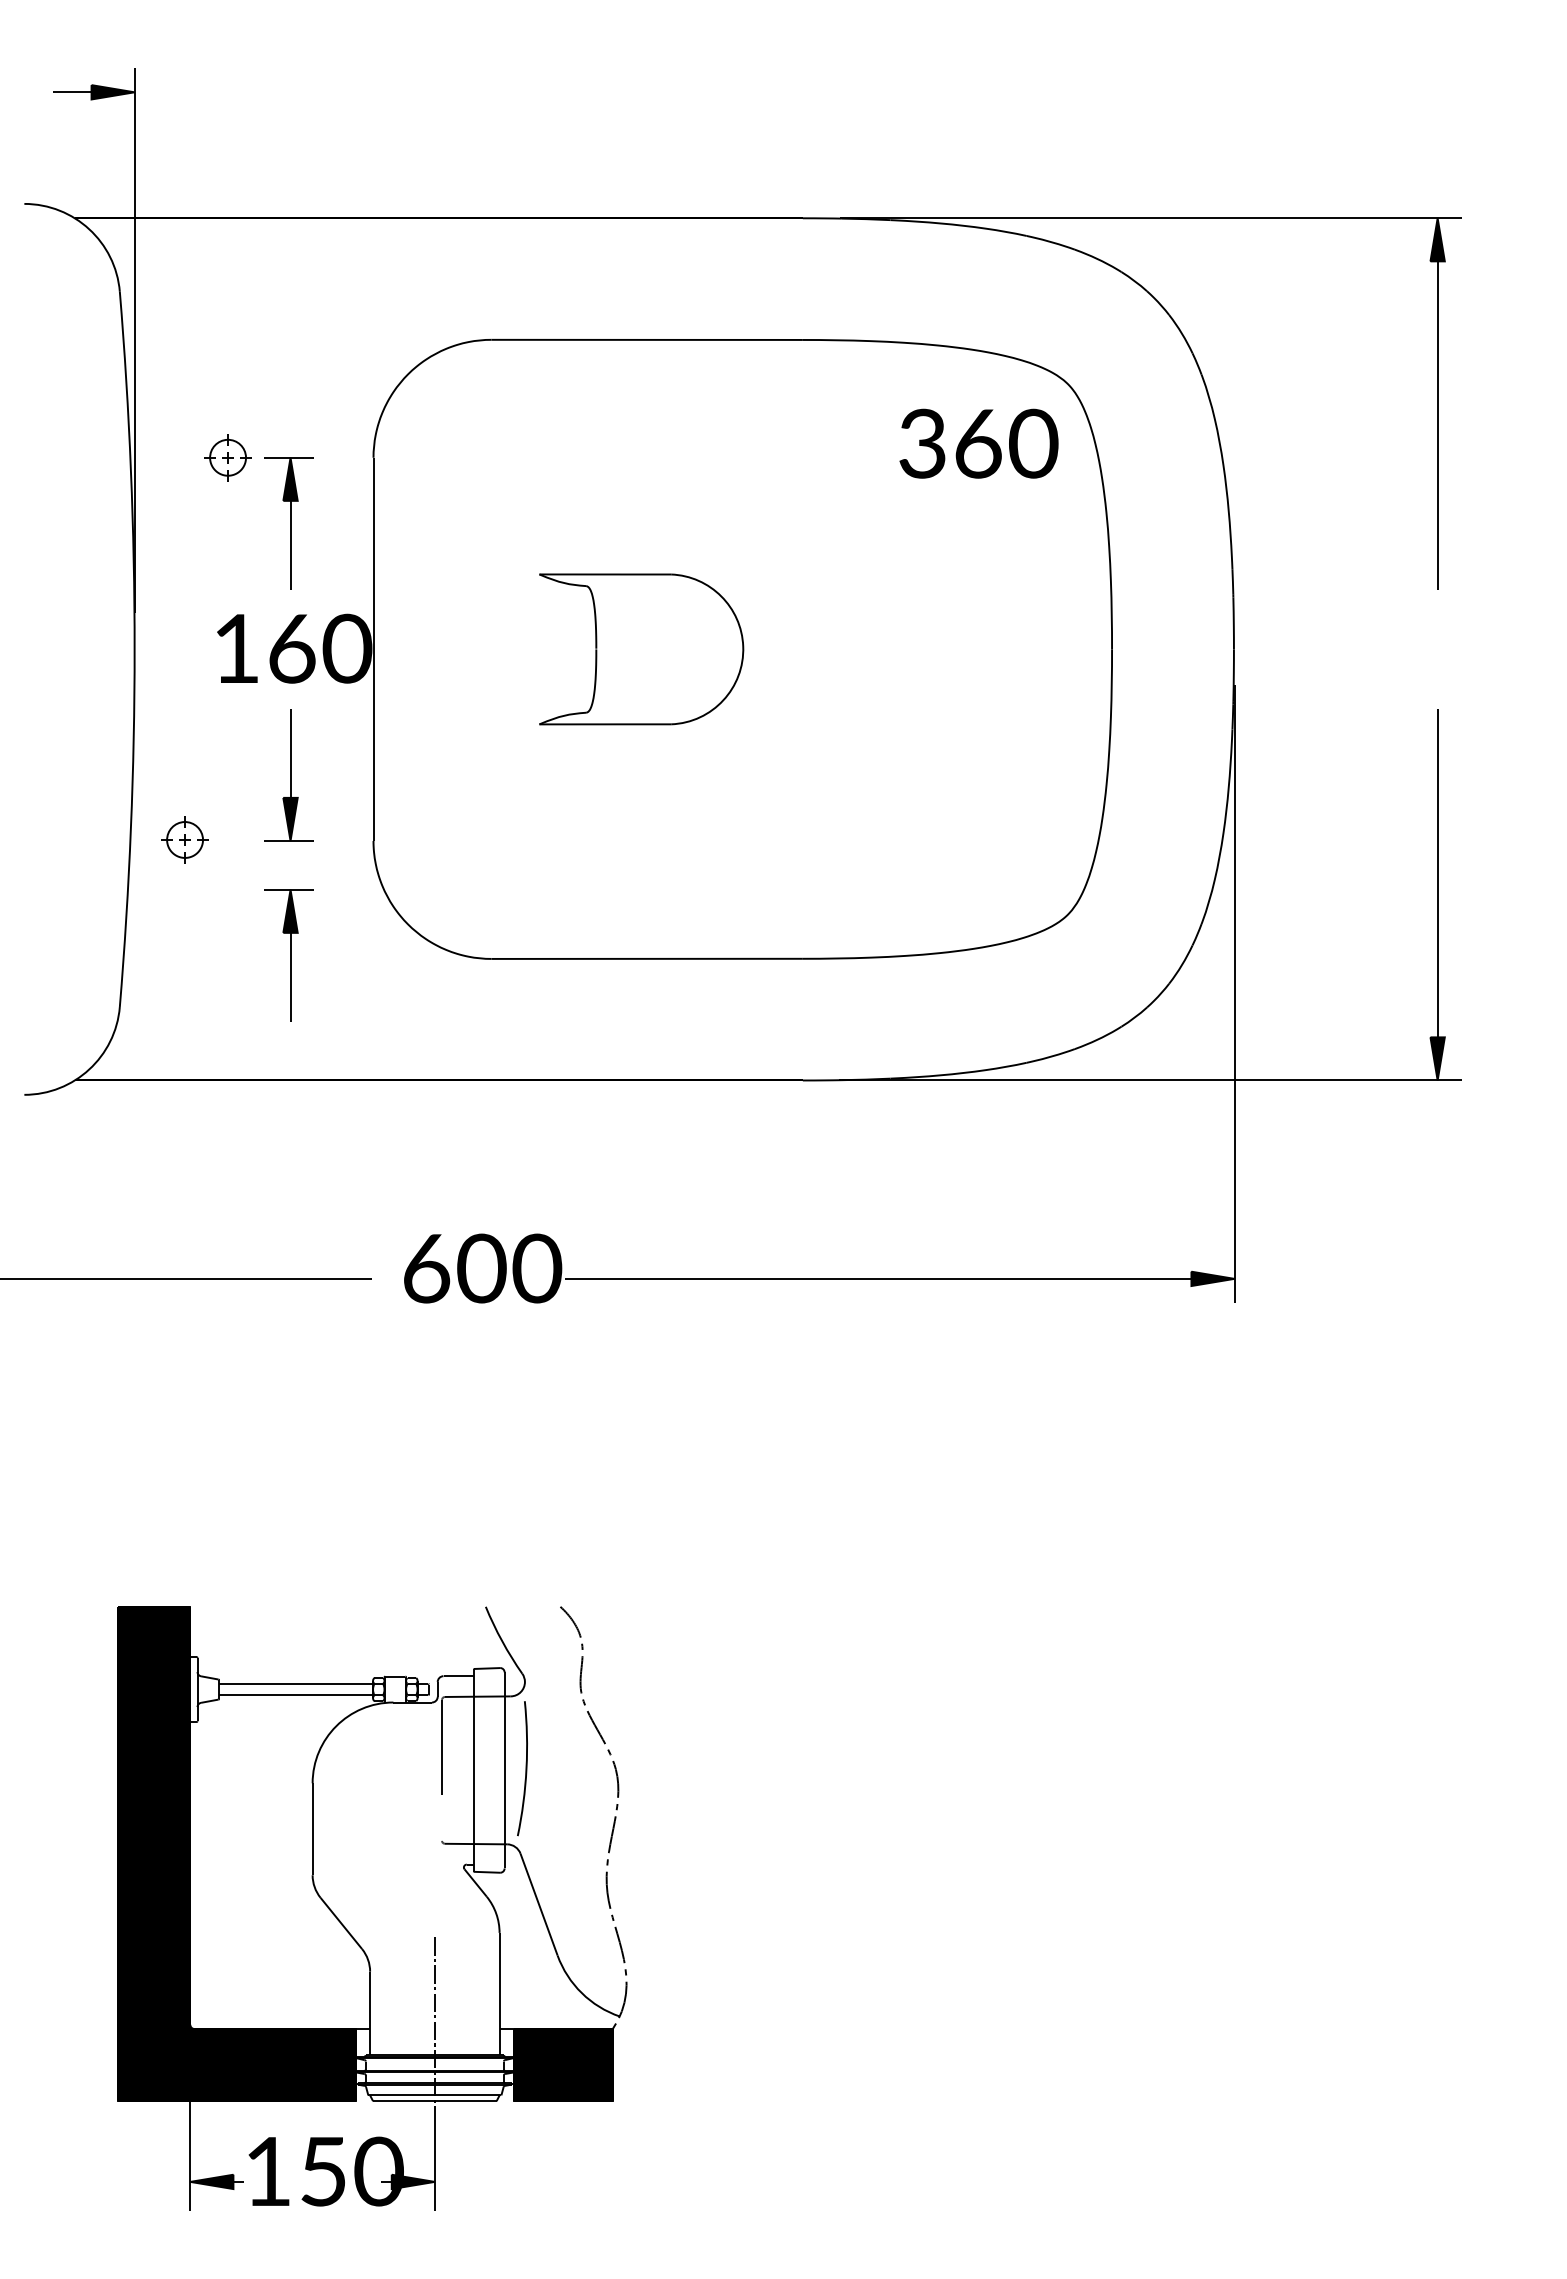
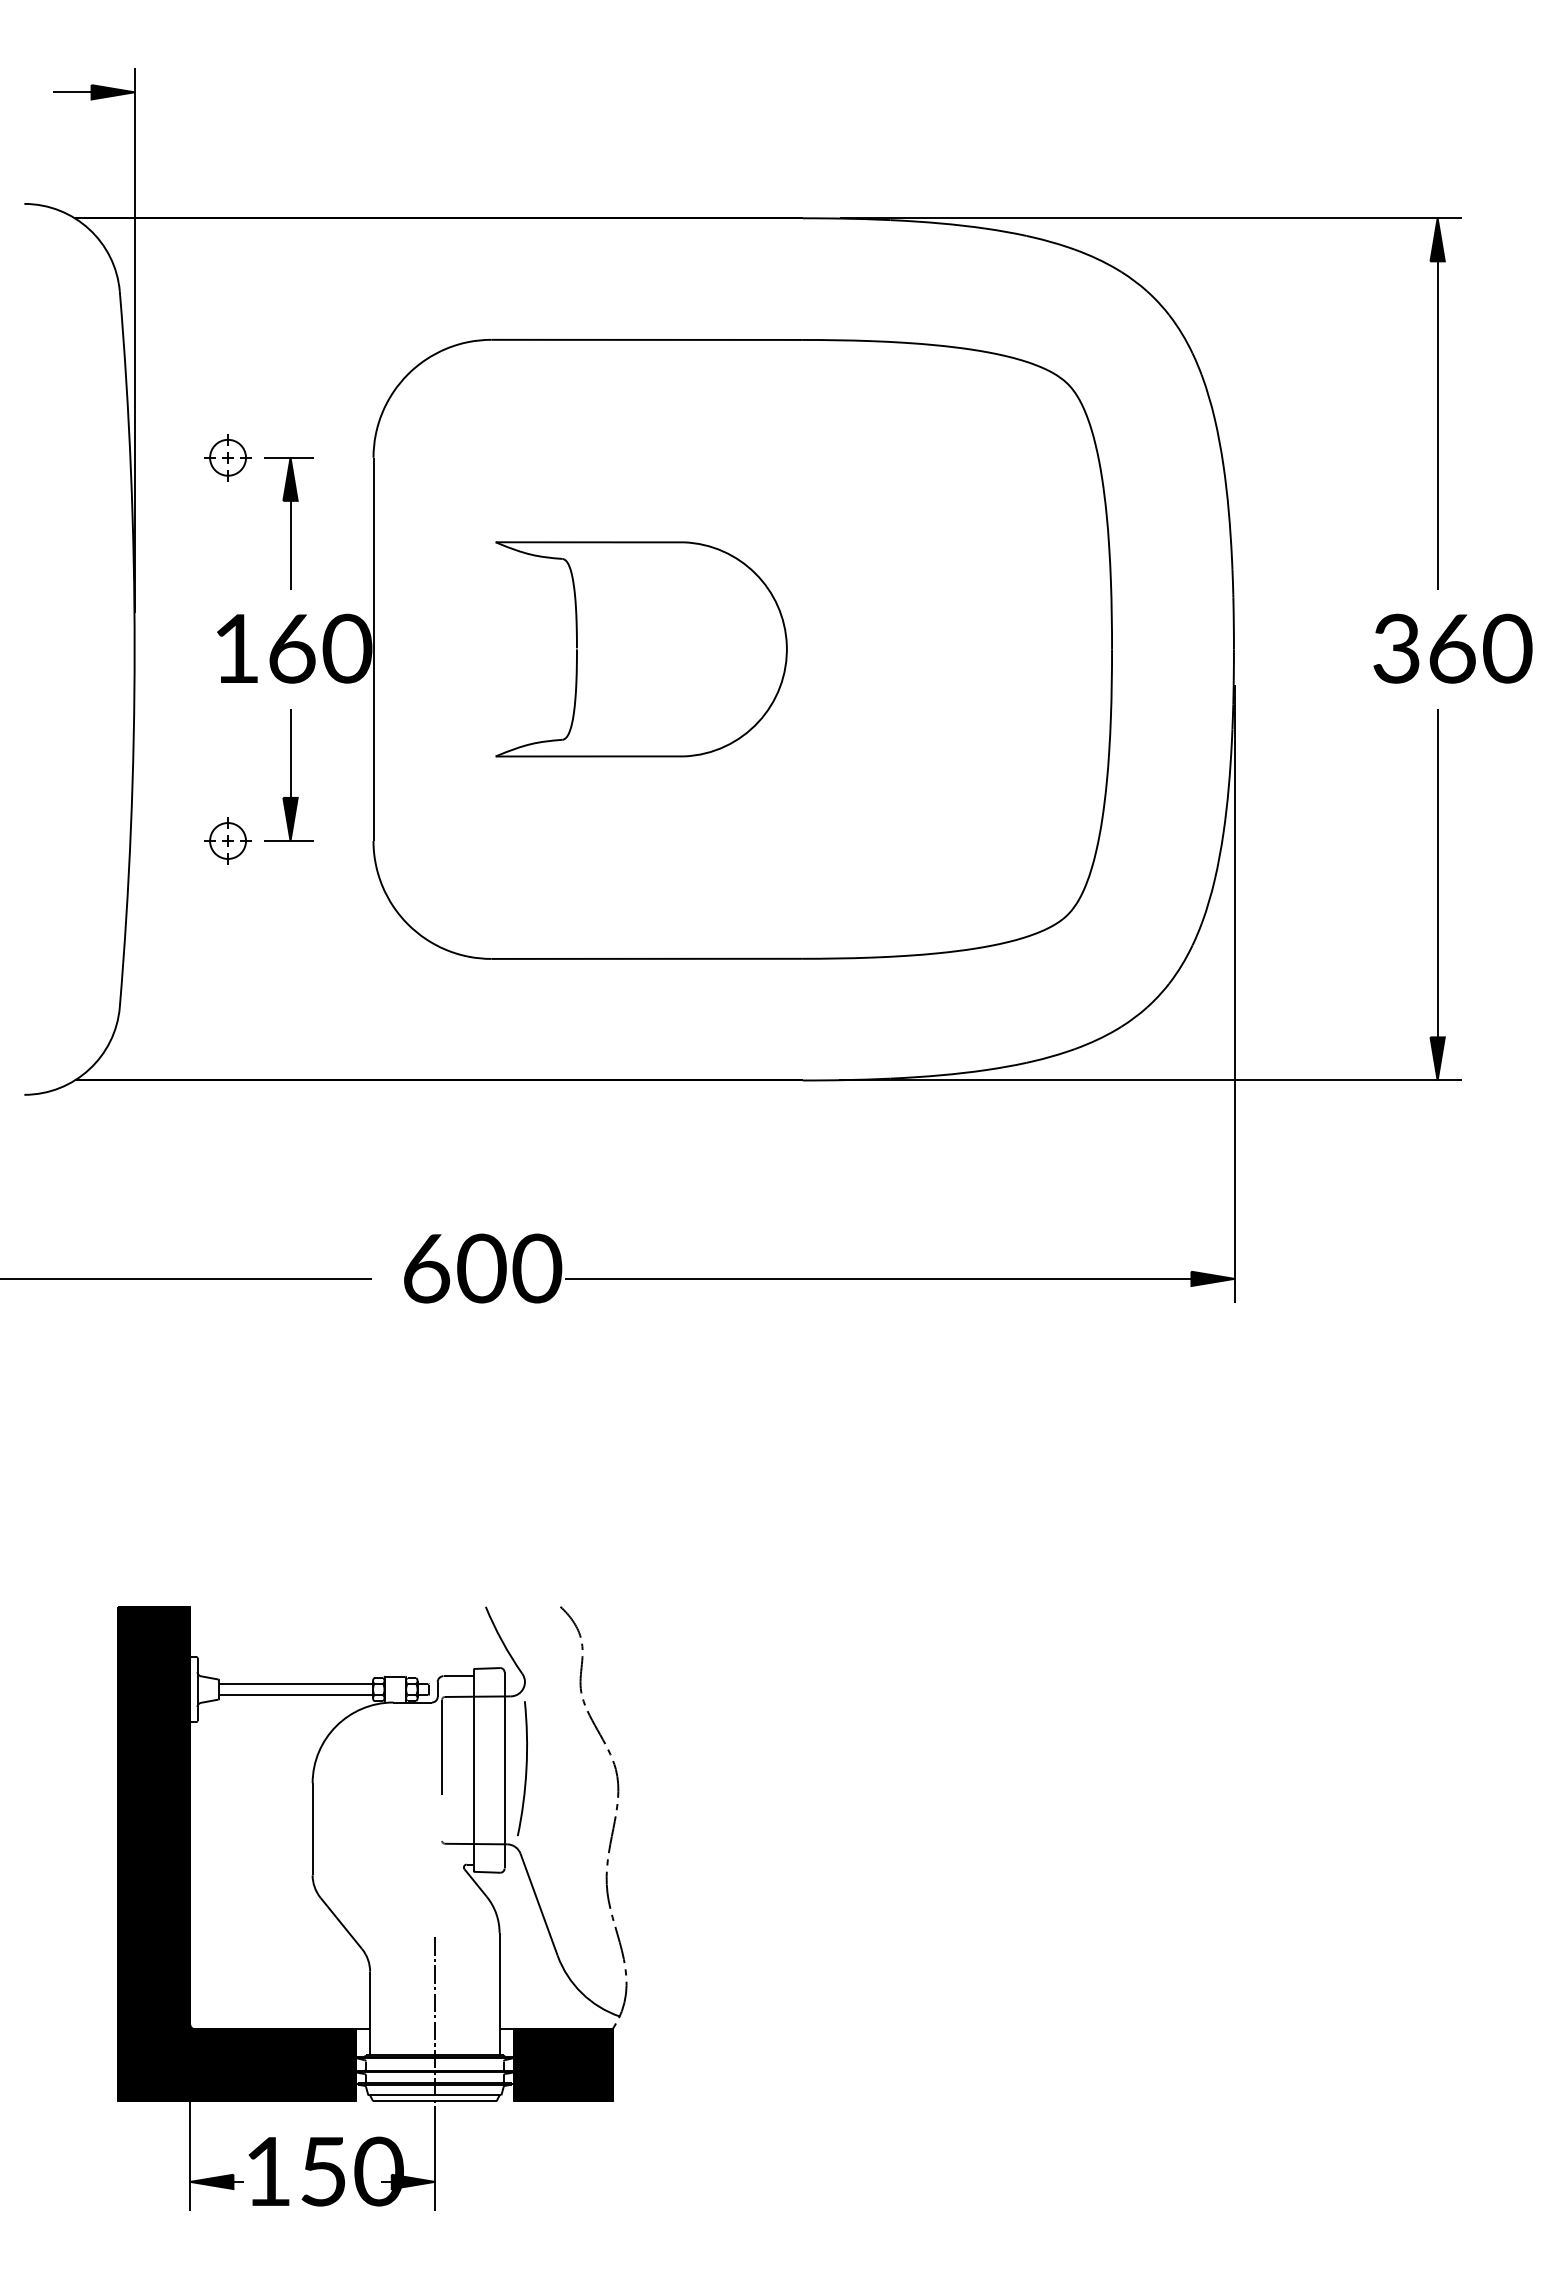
text at (978, 443) position: (978, 443) -> (1452, 648)
part at (641, 649) size: 206x153 px -> 293x217 px
part at (184, 839) position: (184, 839) -> (227, 840)
part at (288, 955): present -> none
